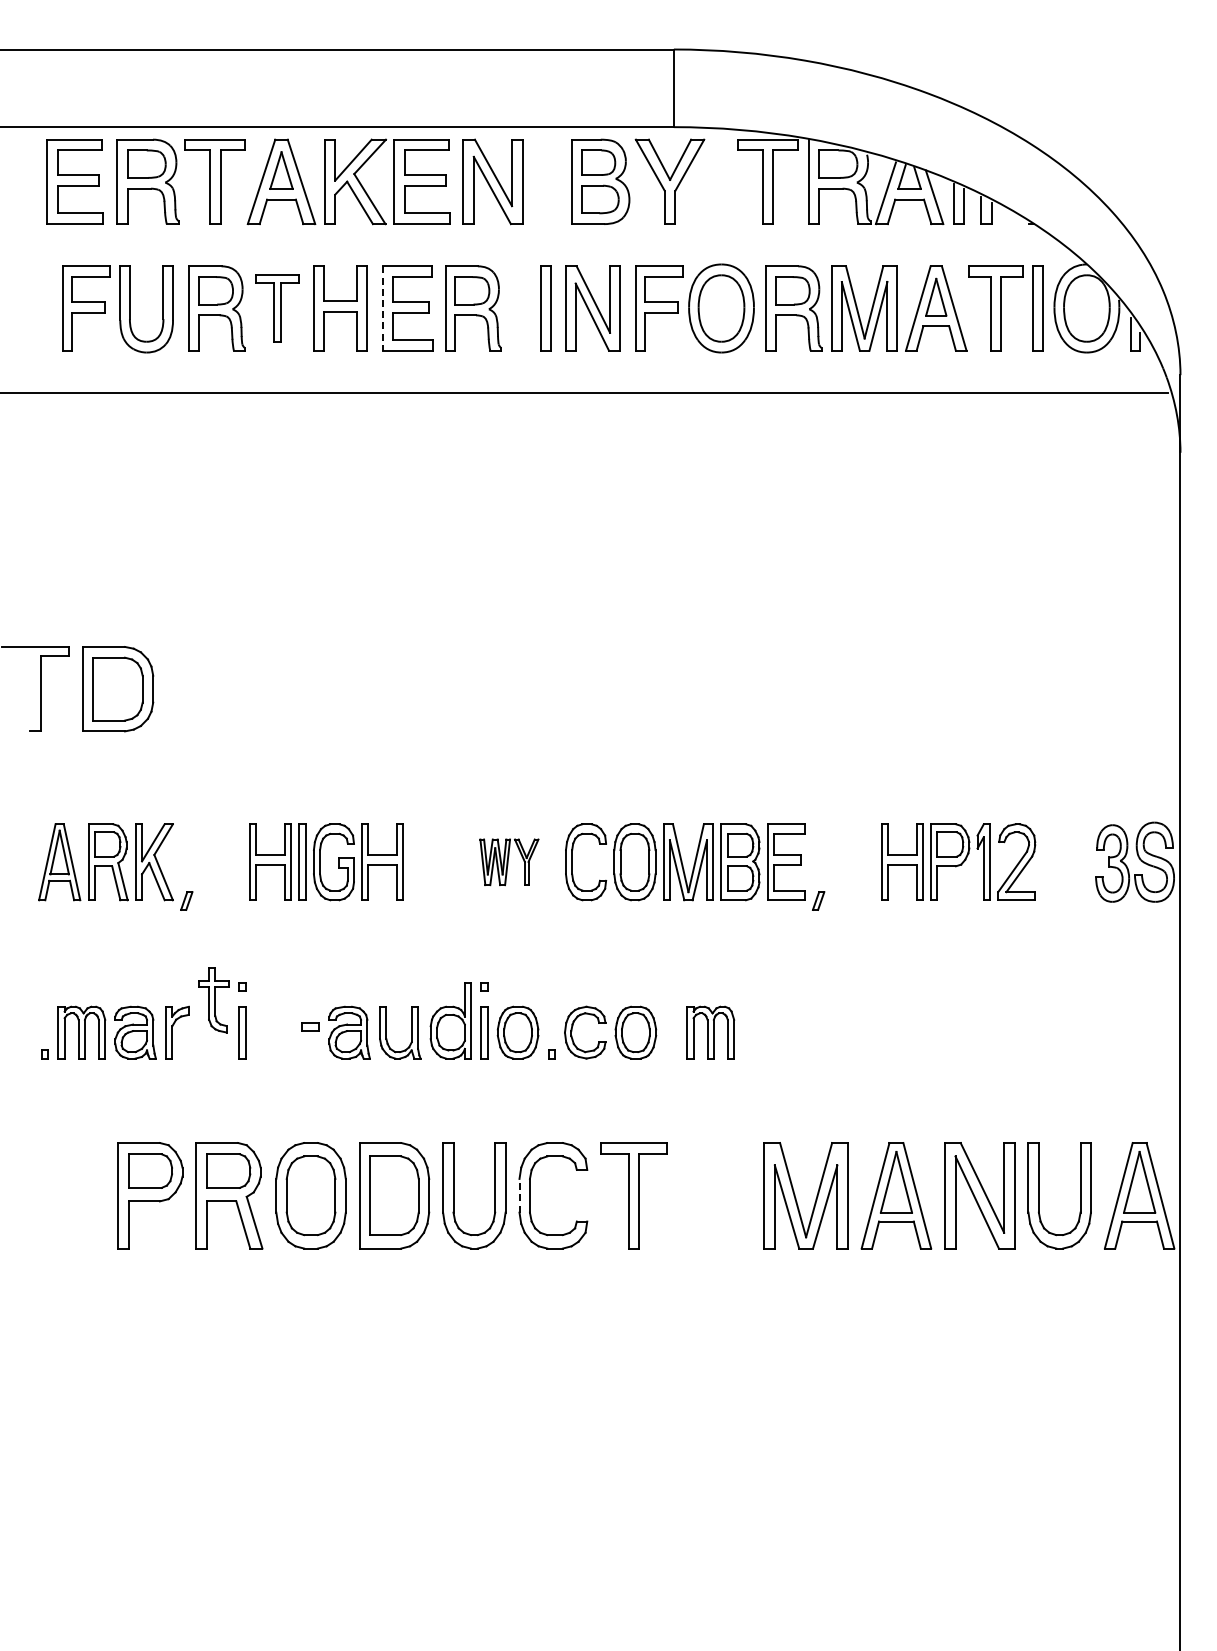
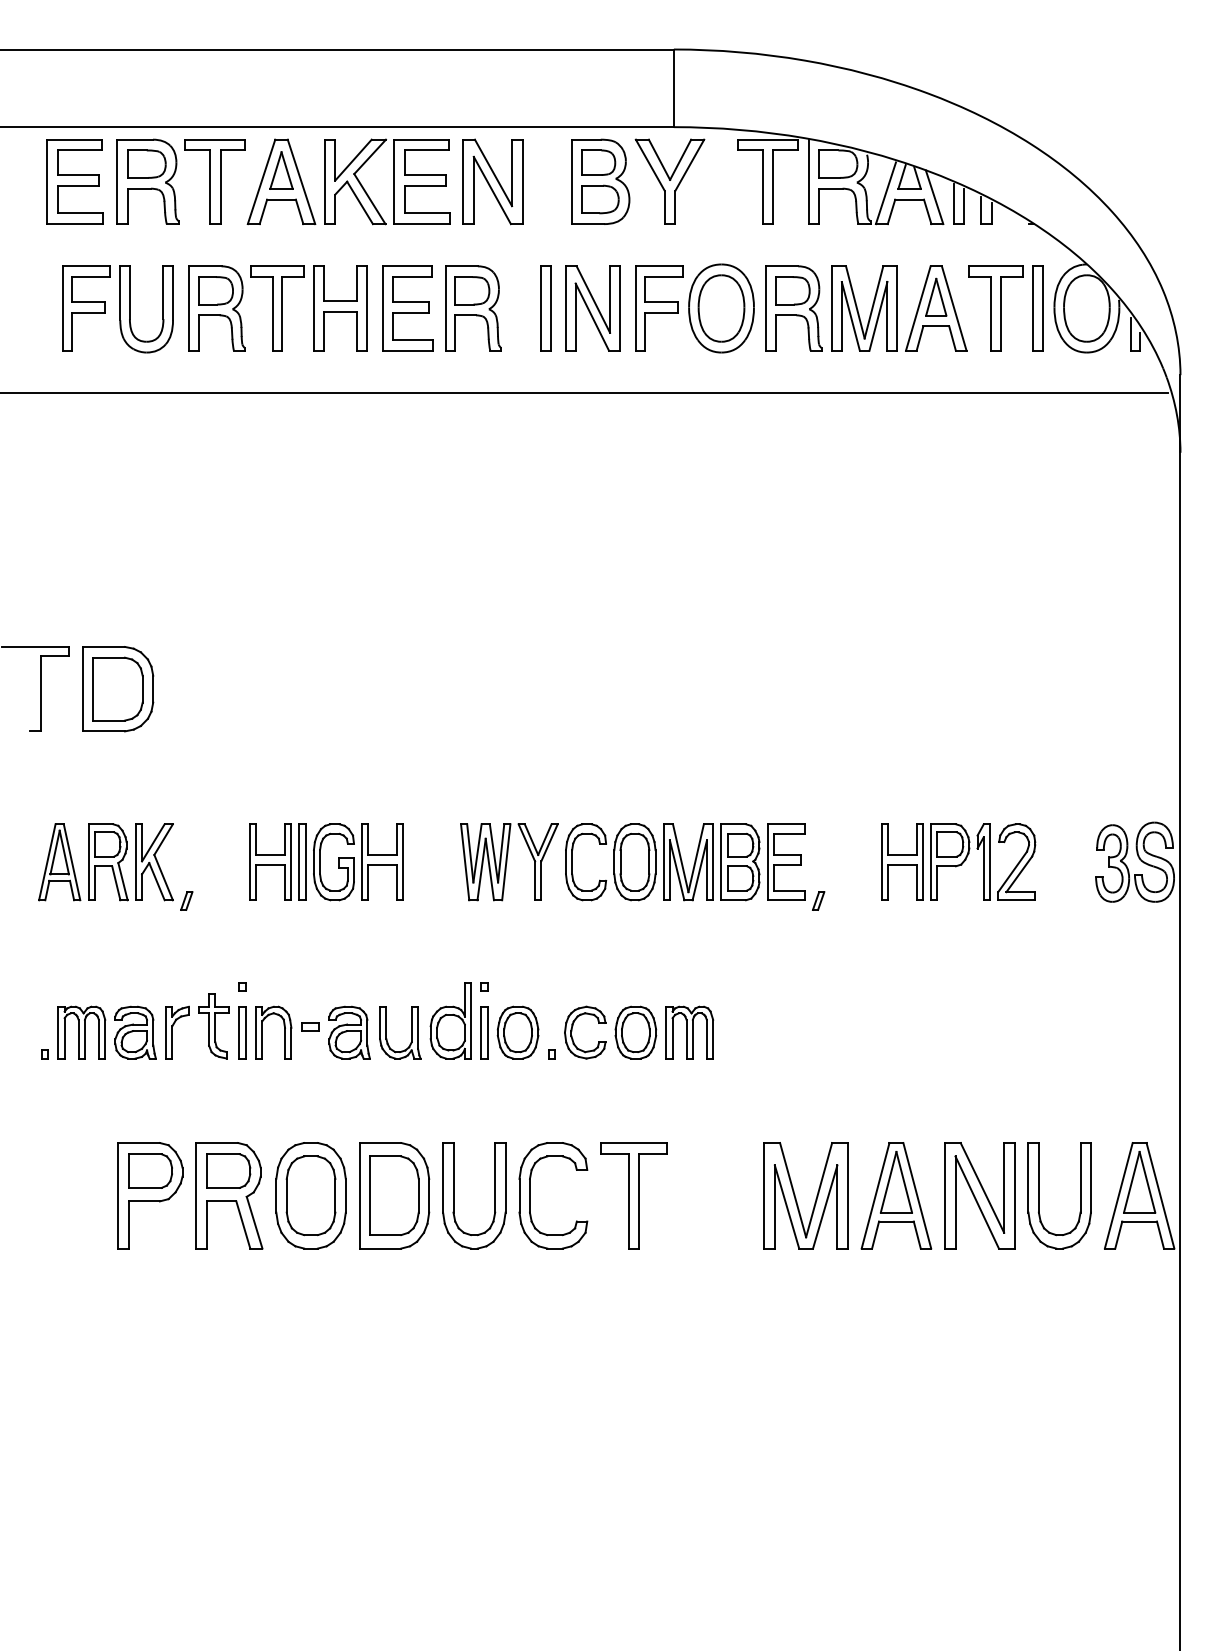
part at (277, 308) size: 45x69 px -> 55x87 px
line at (383, 309): dashed -> solid
part at (509, 862) size: 61x49 px -> 99x79 px
part at (213, 1000) position: (213, 1000) -> (213, 1026)
part at (262, 1032): none -> present
part at (710, 1032) position: (710, 1032) -> (689, 1032)
line at (519, 1195): dashed -> solid
